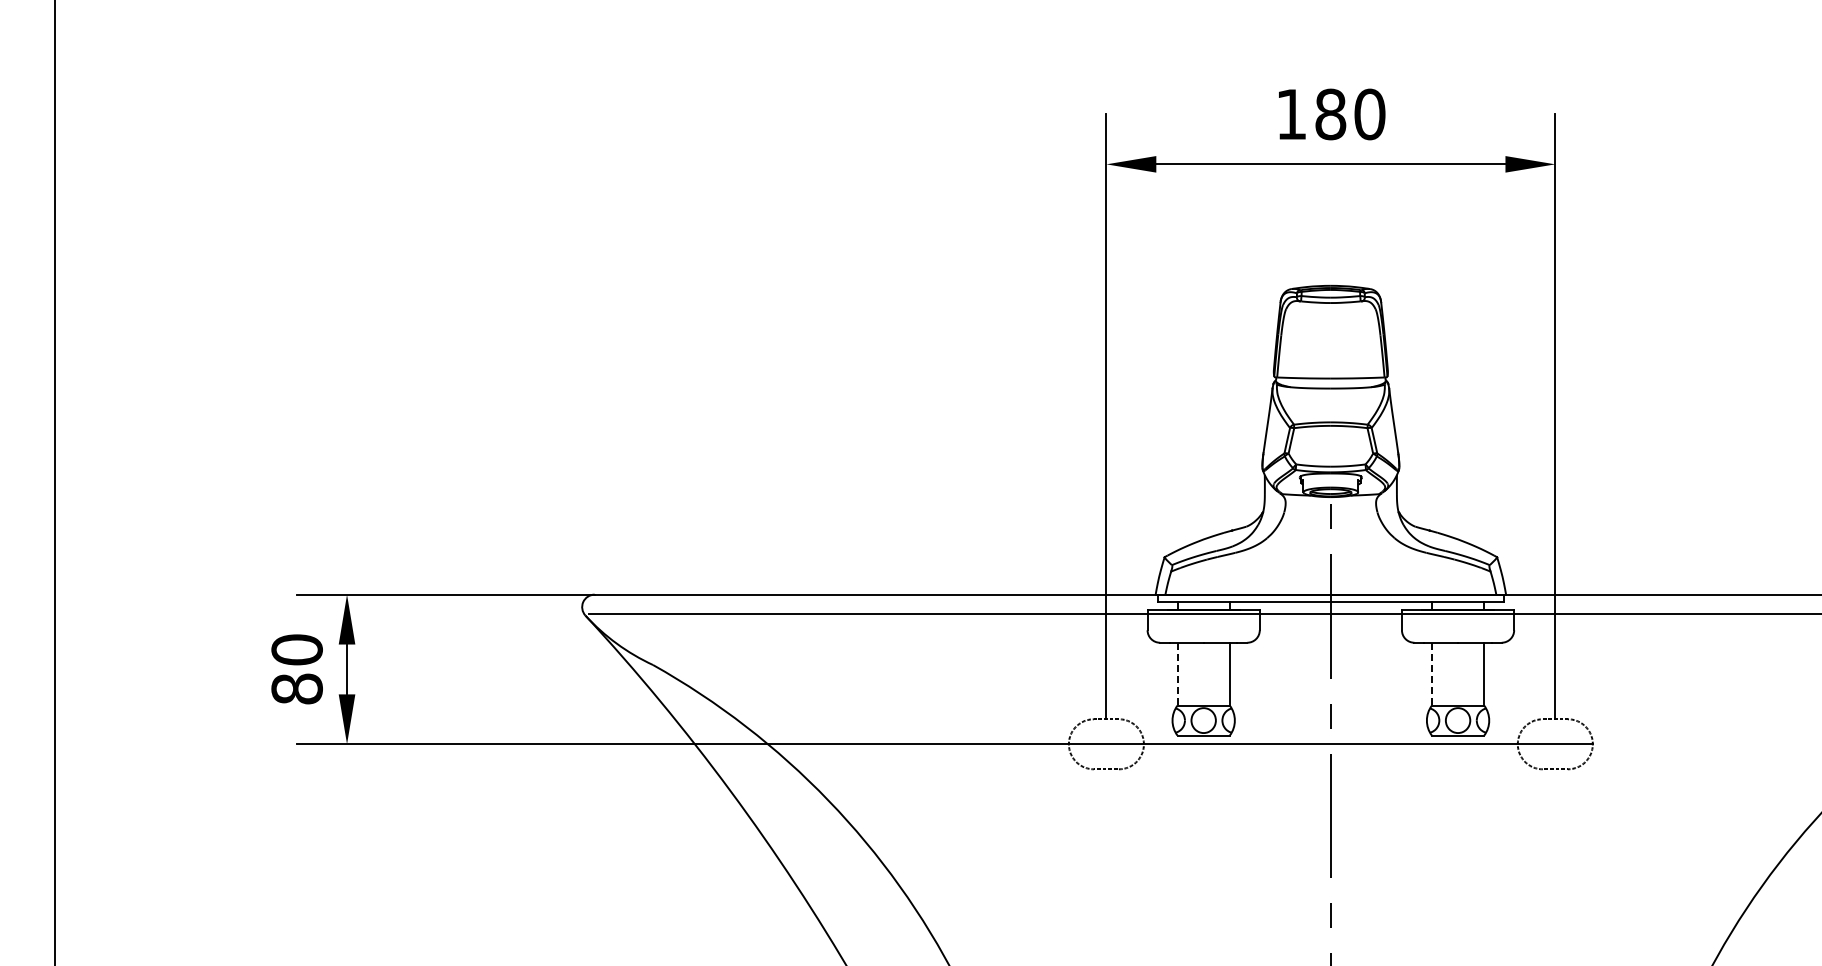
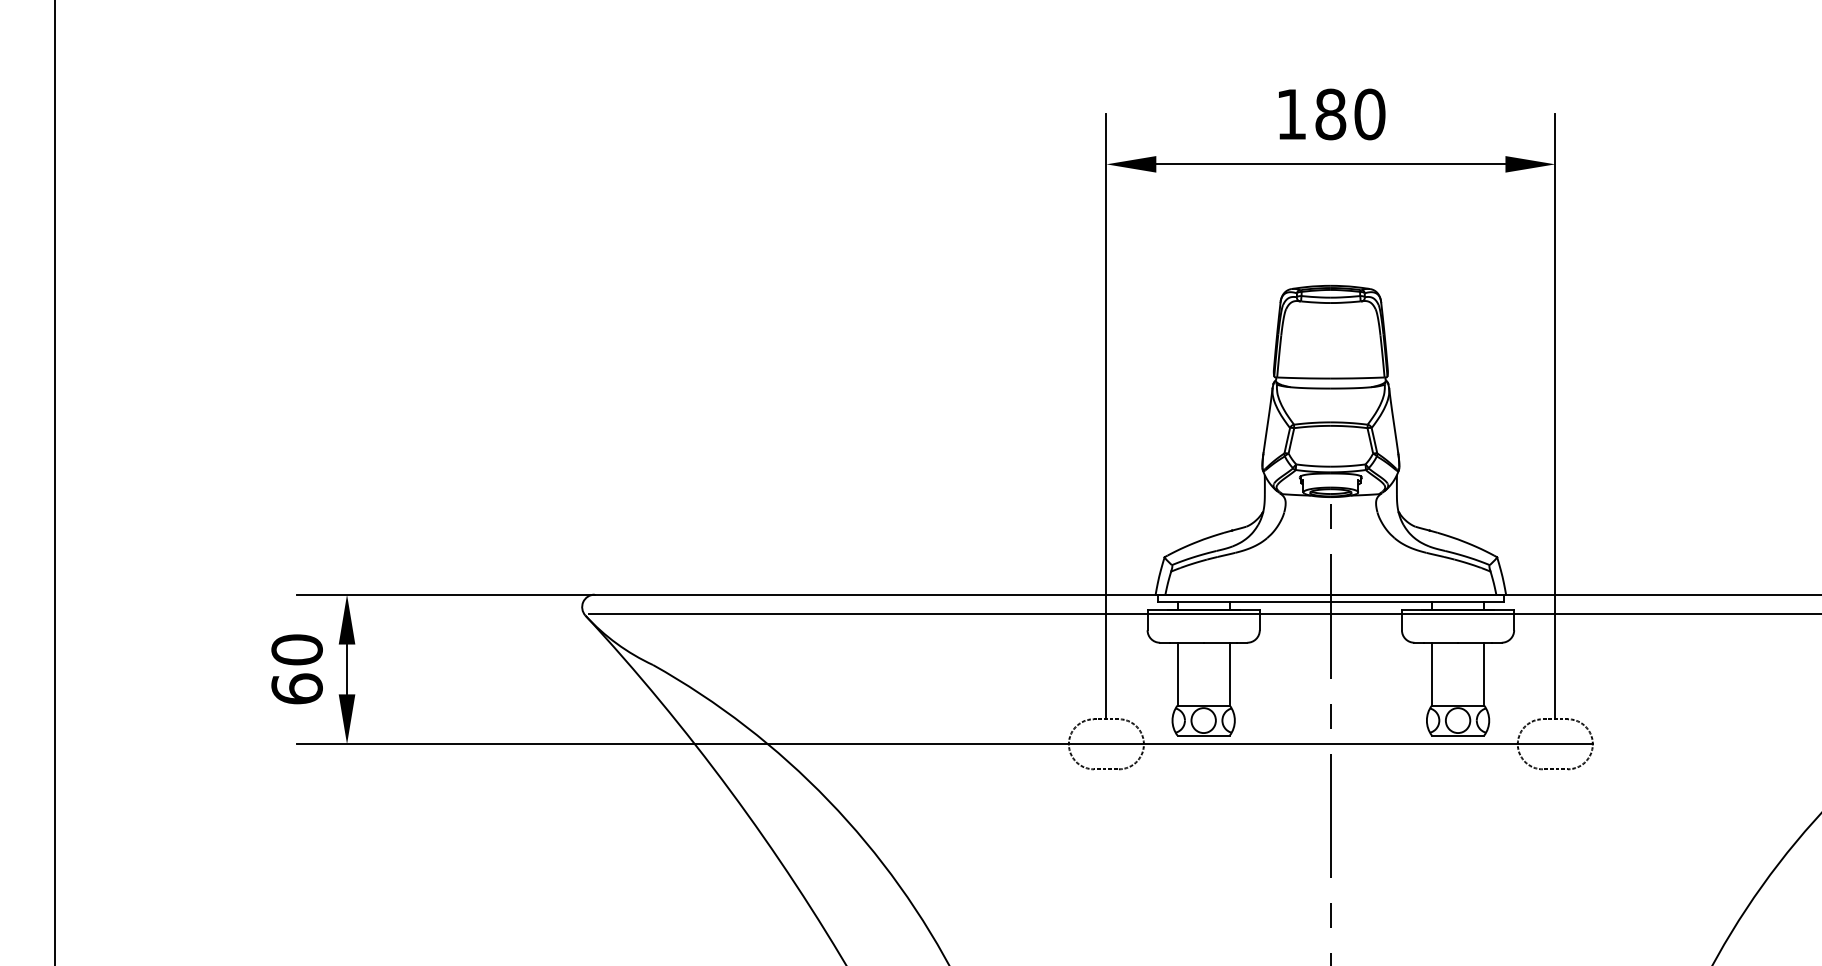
line at (1177, 674): dashed -> solid
line at (1431, 674): dashed -> solid
text at (296, 688): 80 -> 60
